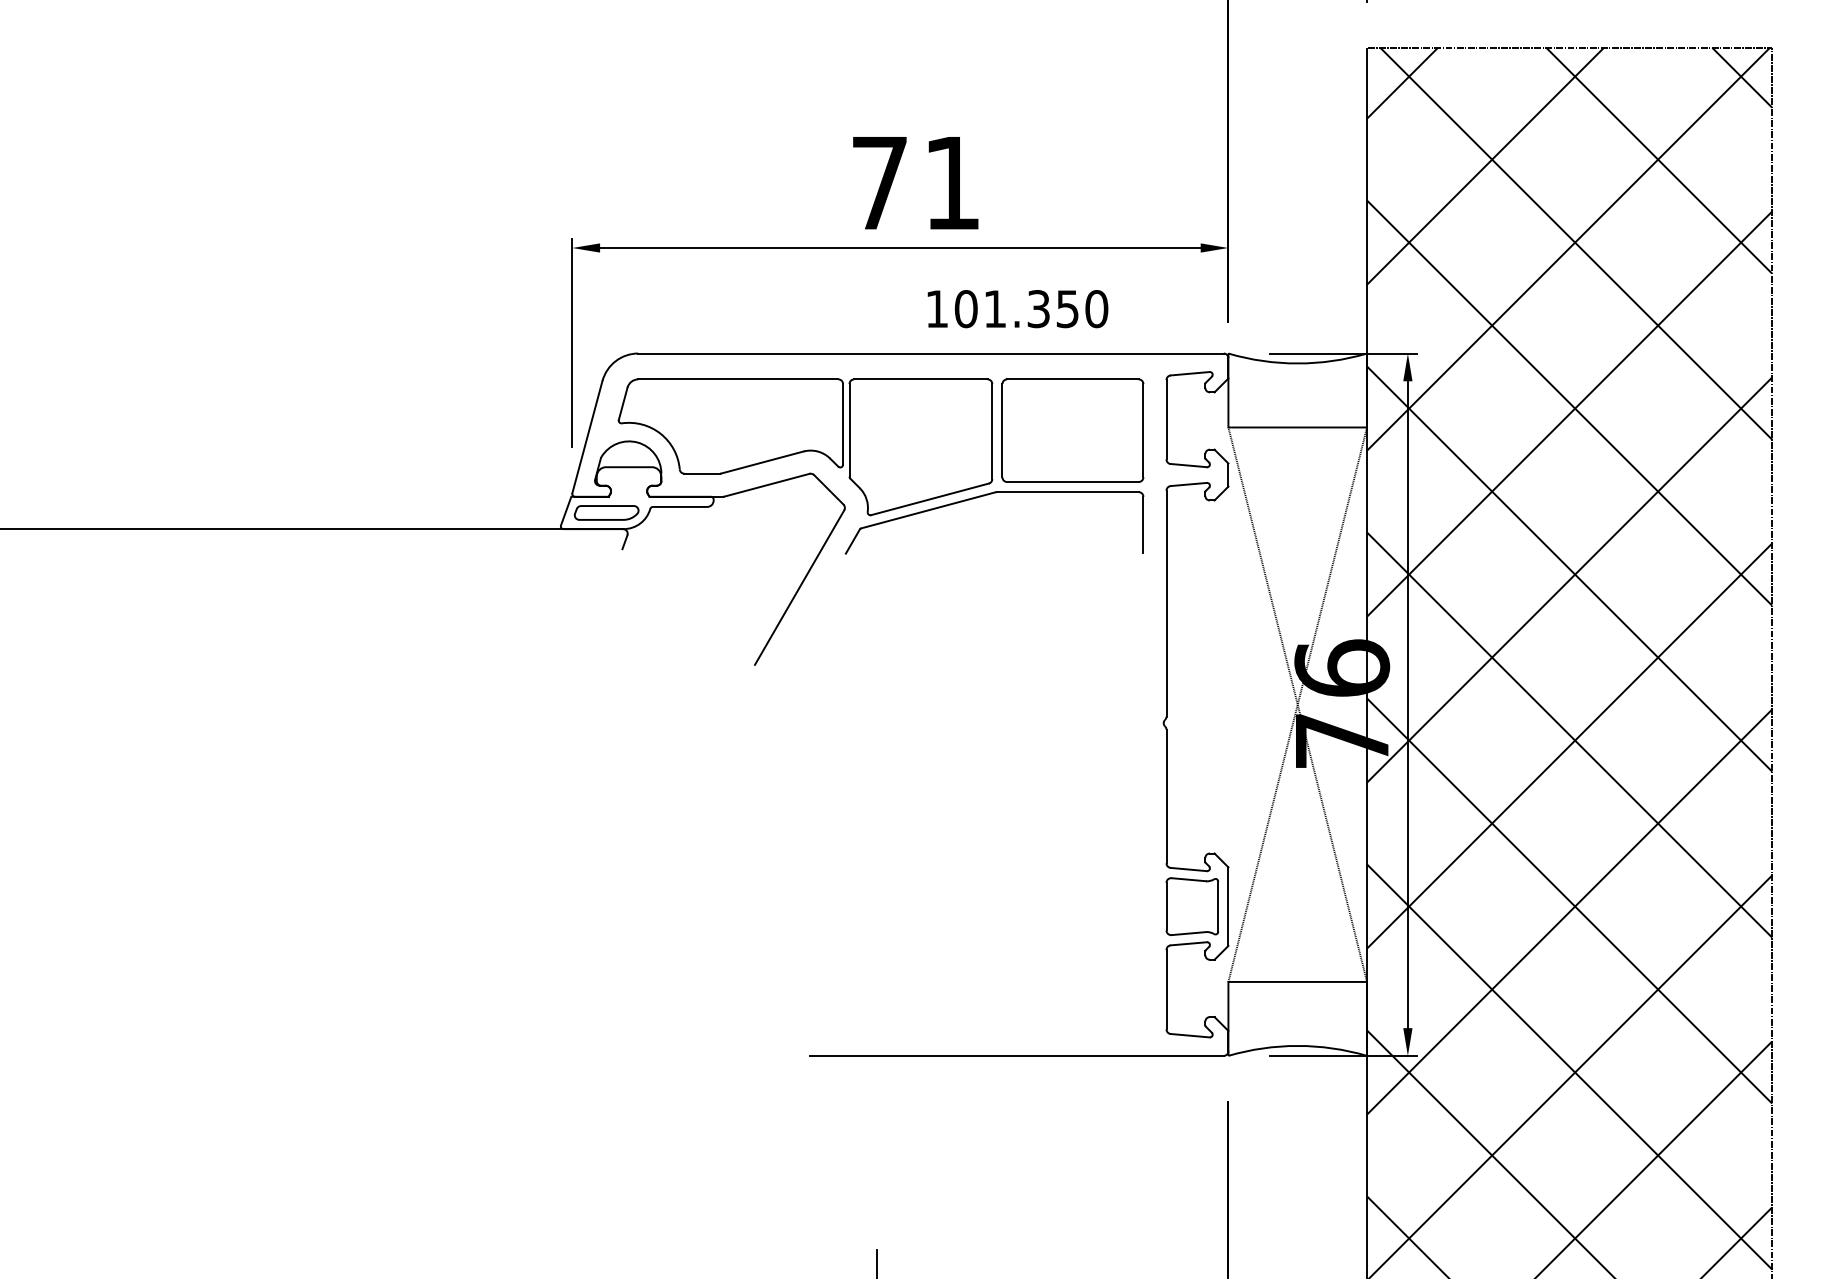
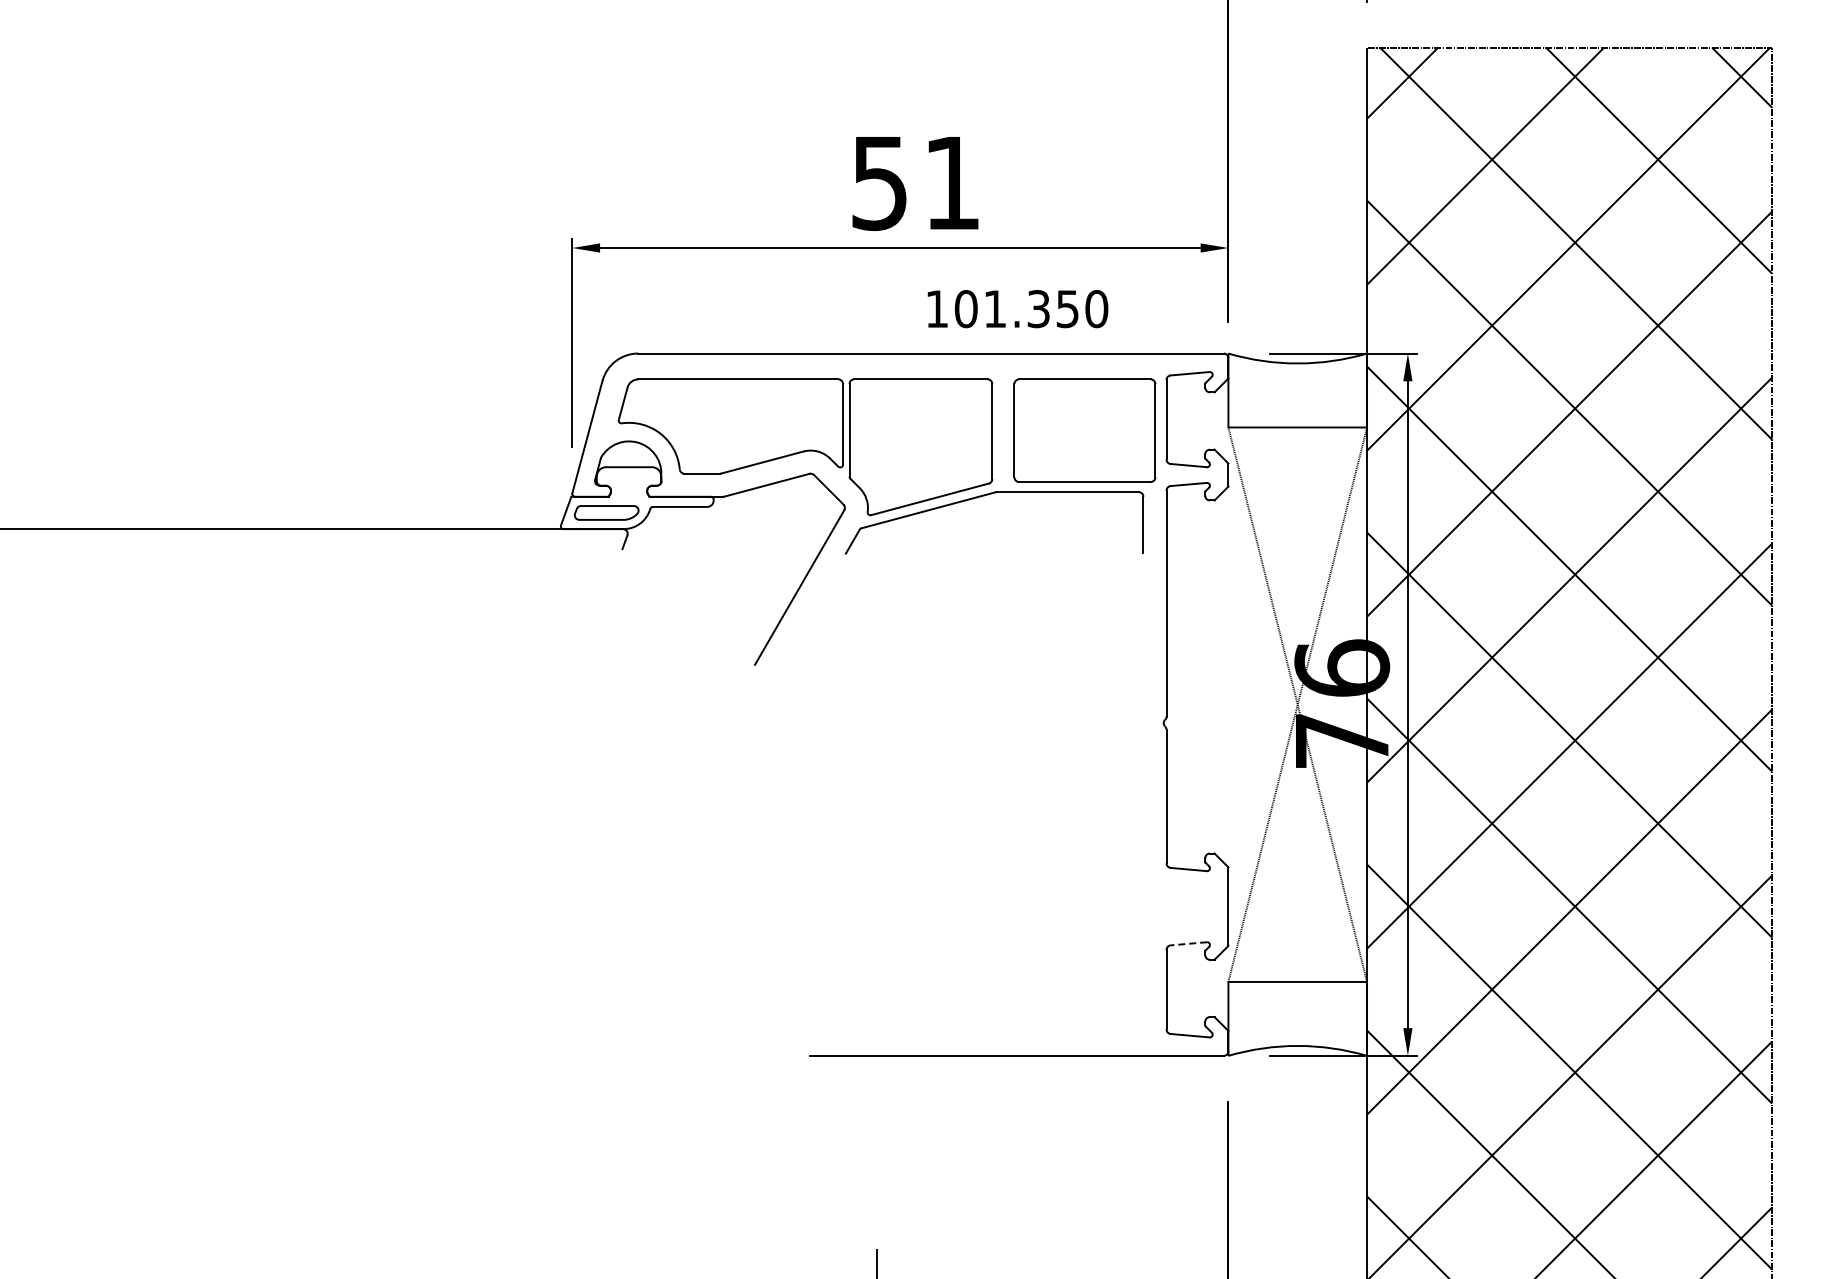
text at (879, 184): 71 -> 51
part at (1072, 430) position: (1072, 430) -> (1084, 430)
part at (1192, 906): present -> none
line at (1188, 943): solid -> dashed
